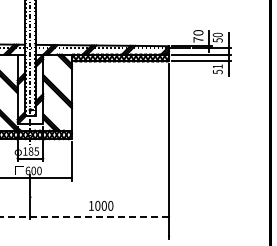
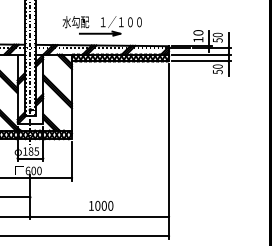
part at (101, 26): none -> present
text at (198, 39): 70 -> 10
text at (217, 66): 51 -> 50
line at (16, 197): none -> present
line at (84, 216): dashed -> solid
line at (85, 236): none -> present
